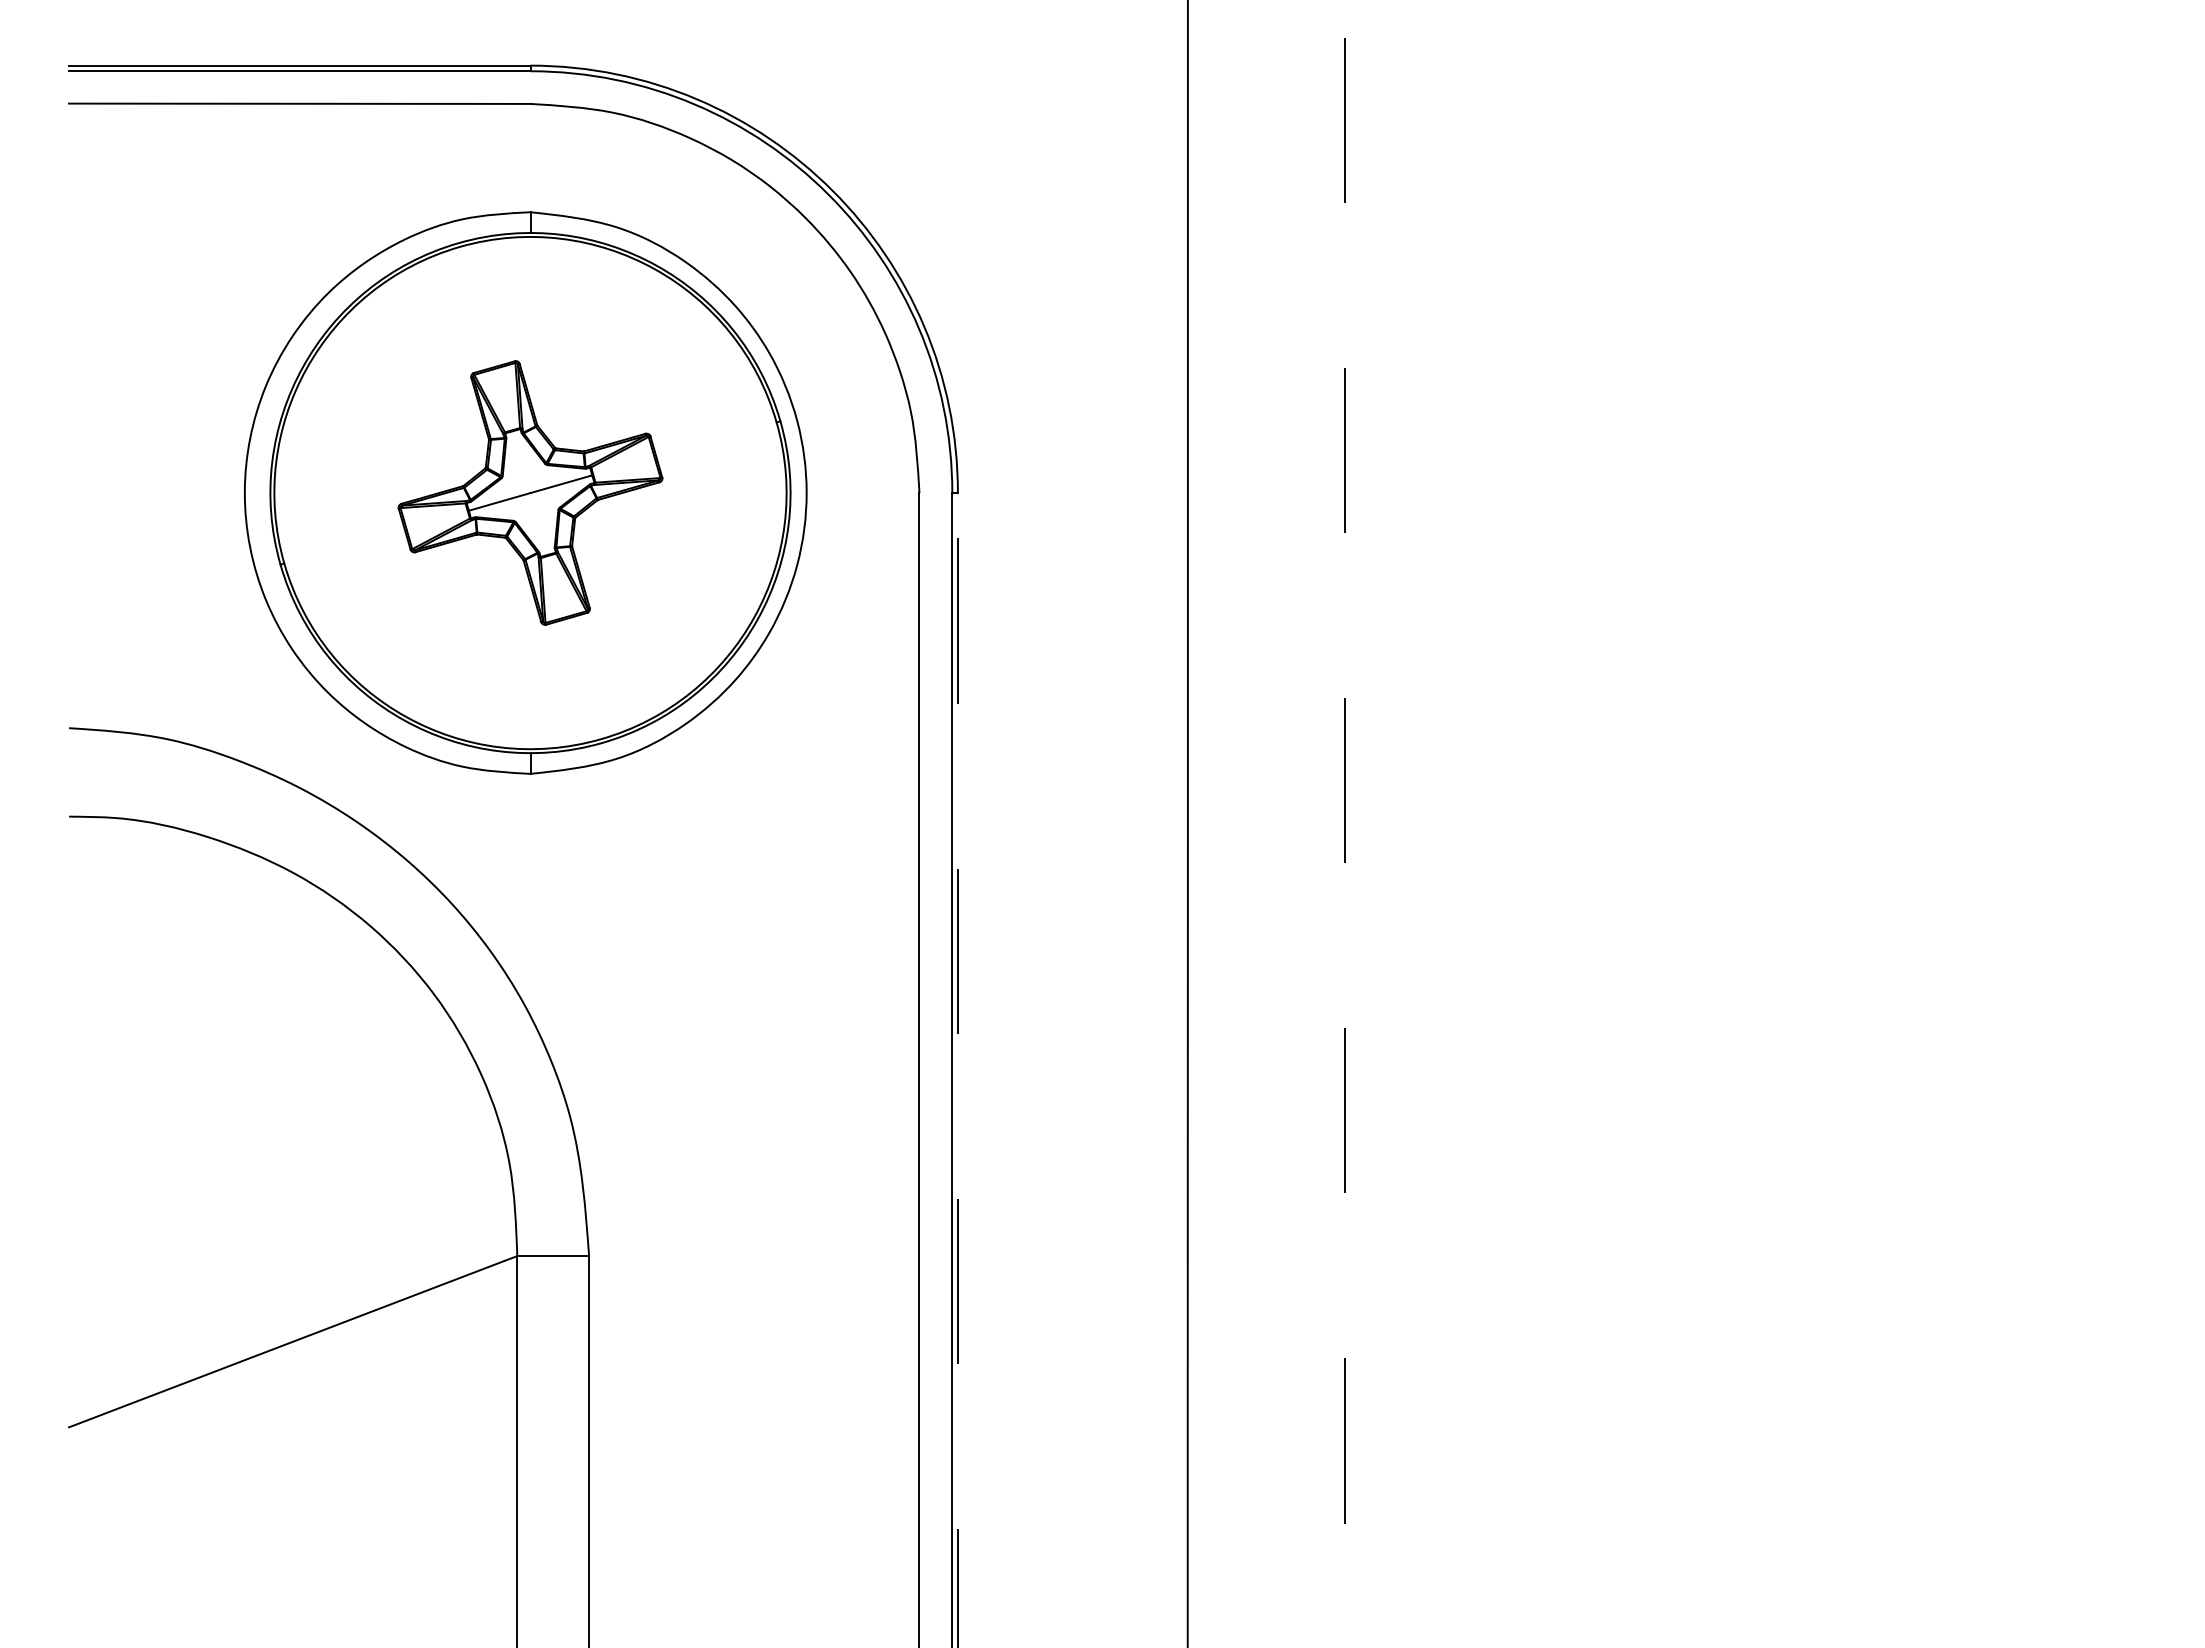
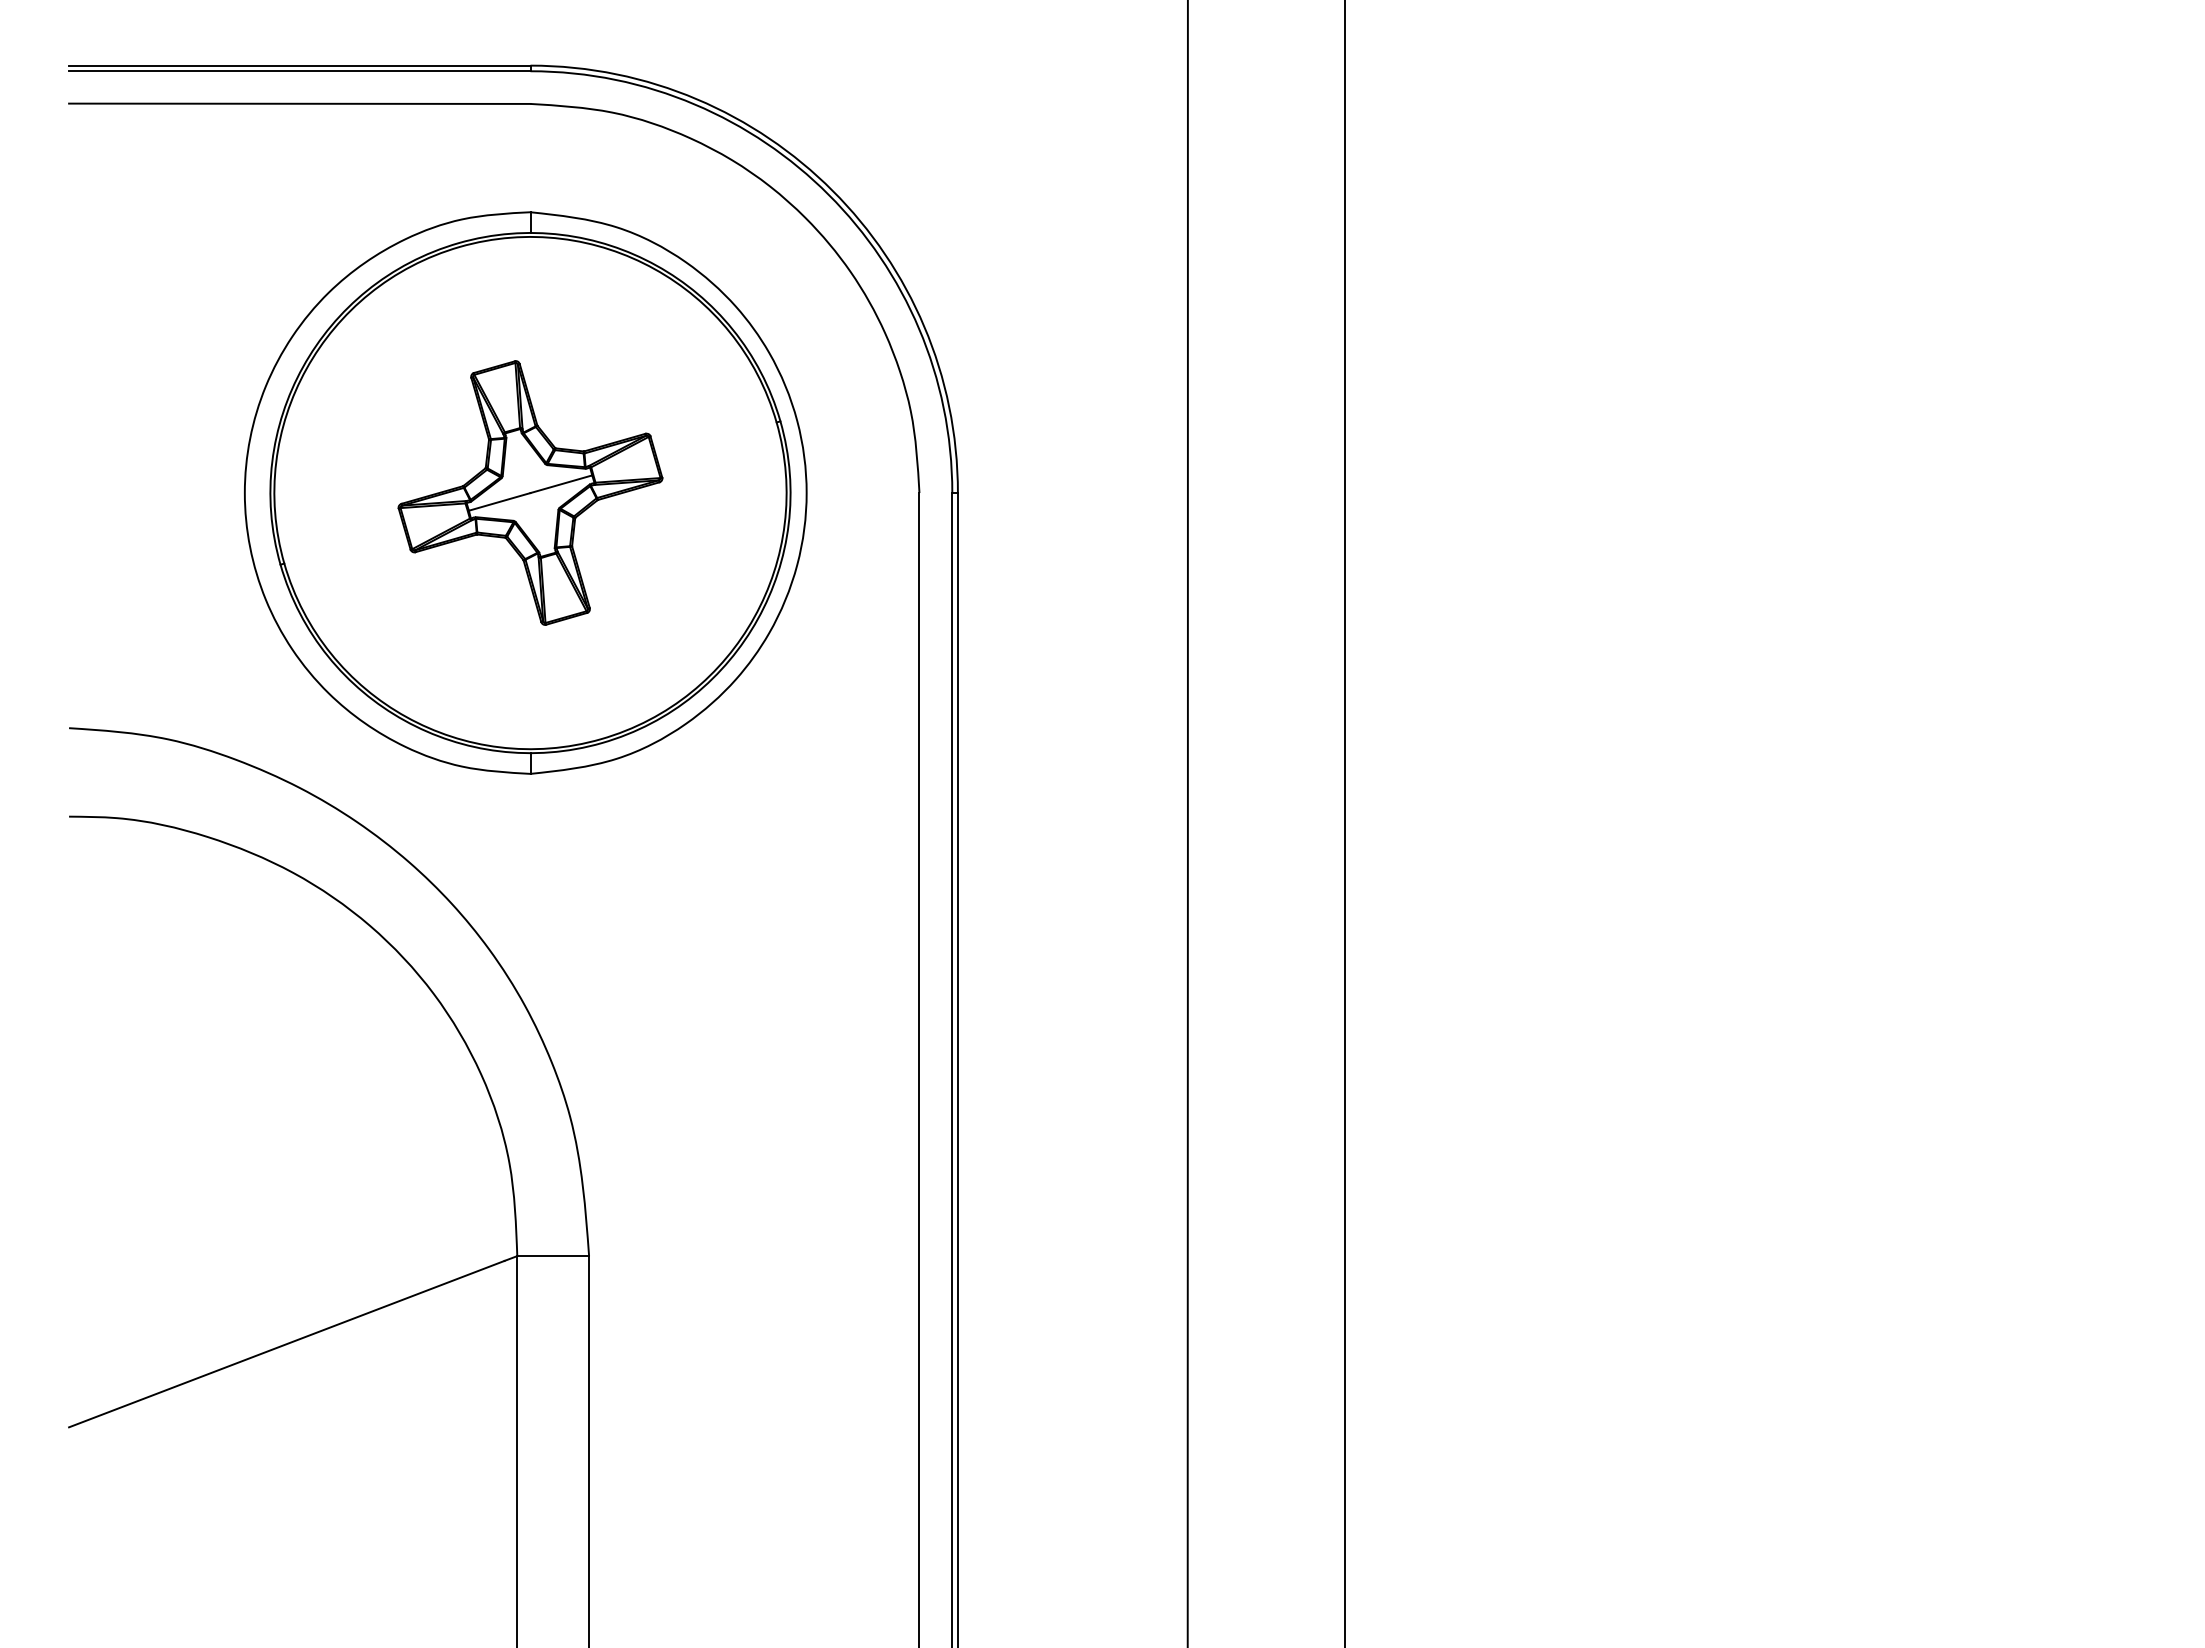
line at (1345, 824): dashed -> solid
line at (957, 1070): dashed -> solid
